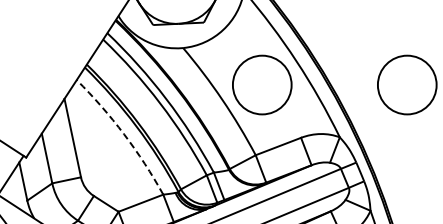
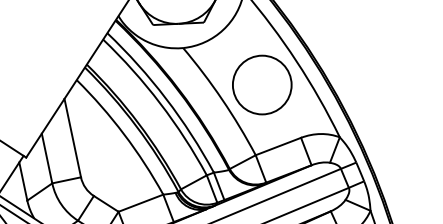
circle at (407, 84): present -> none
arc at (124, 134): dashed -> solid
line at (13, 213): none -> present
